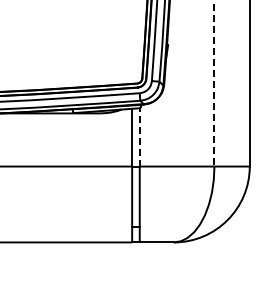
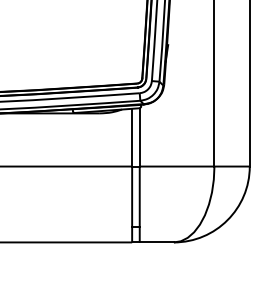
line at (214, 83): dashed -> solid
line at (139, 136): dashed -> solid
